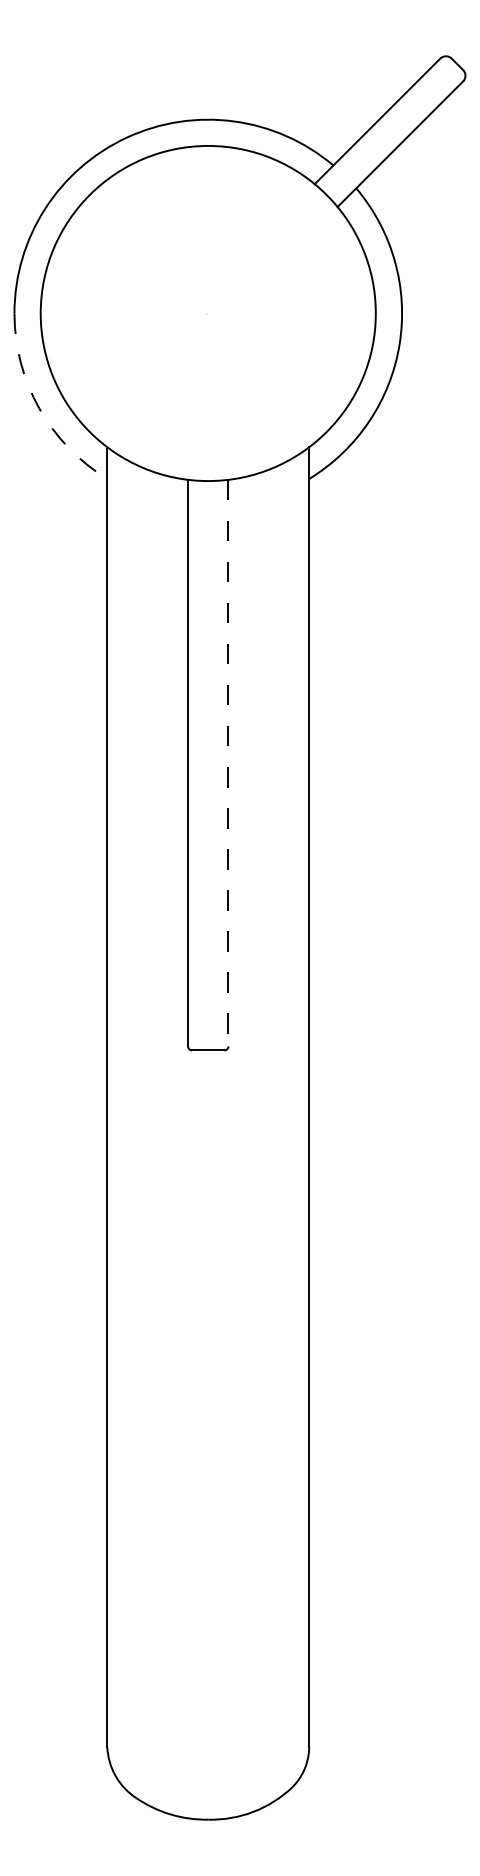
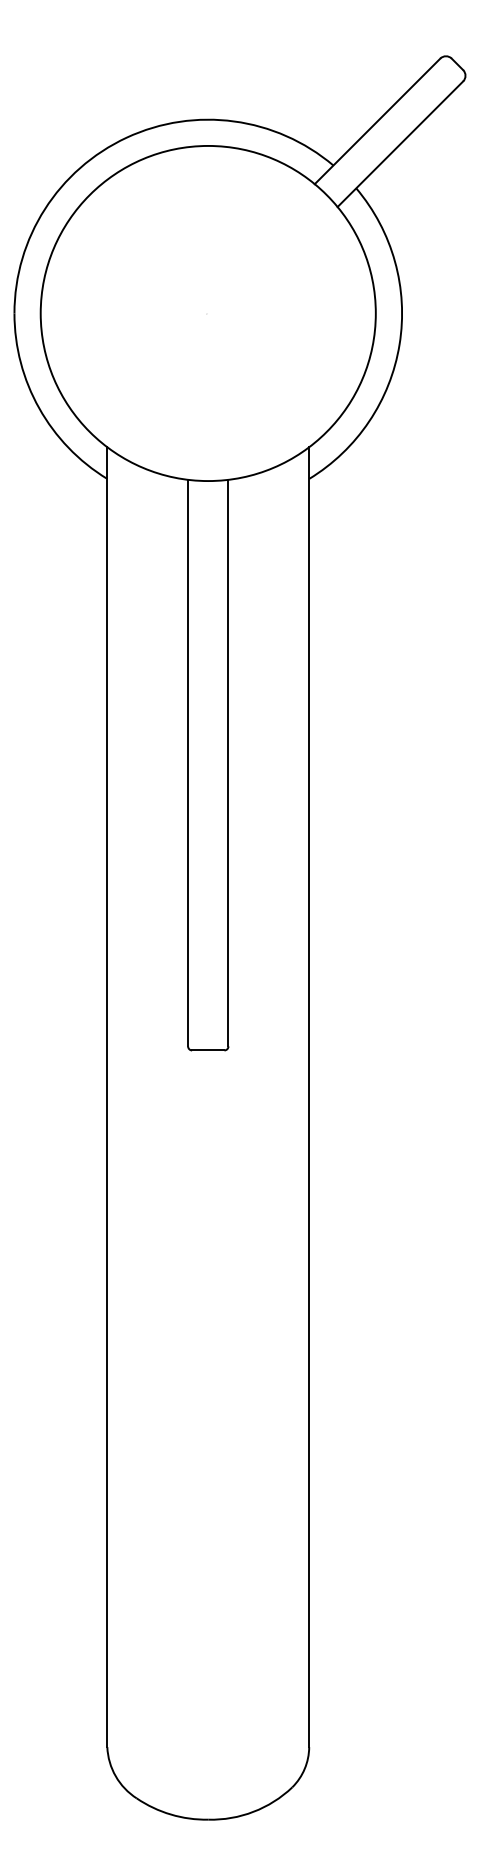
arc at (39, 408): dashed -> solid
line at (228, 763): dashed -> solid
